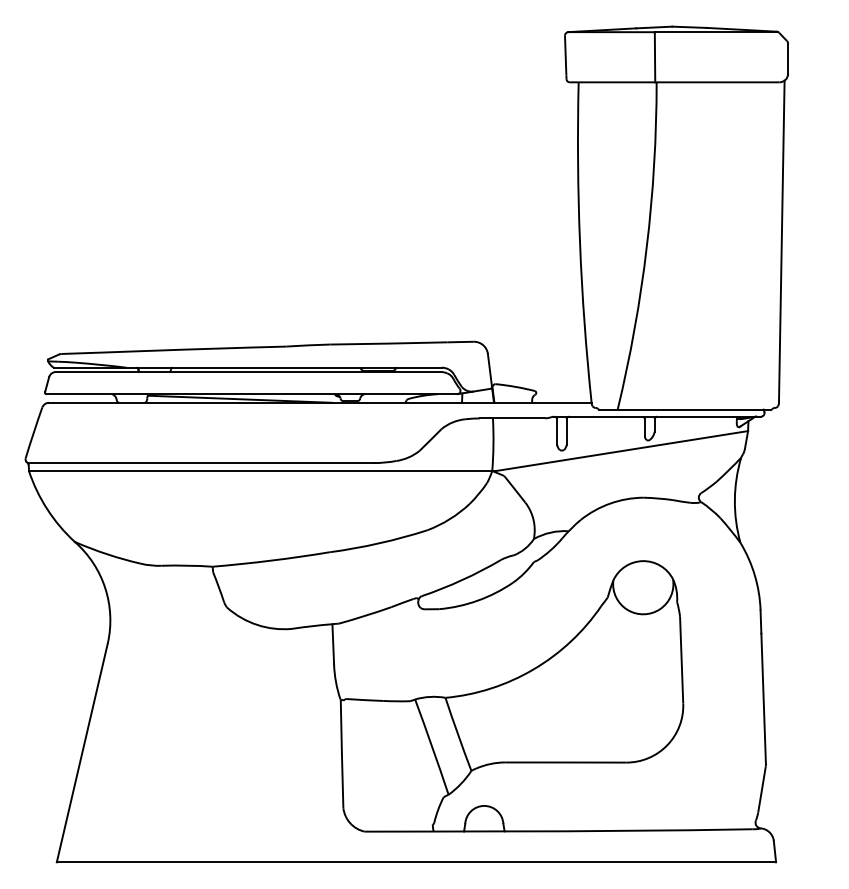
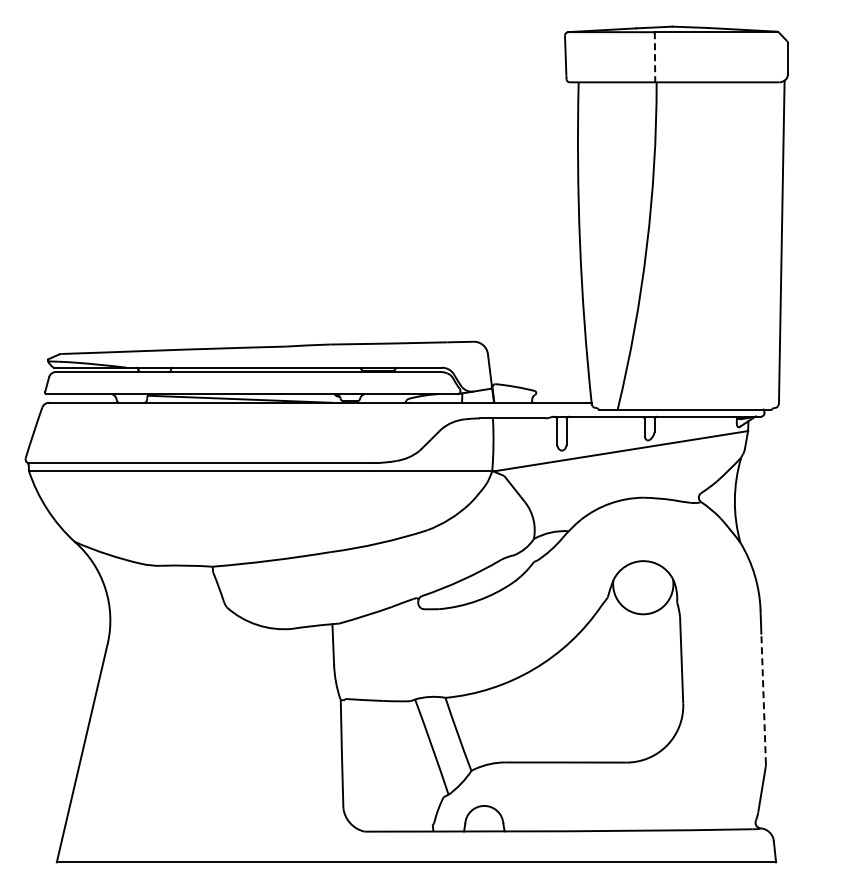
line at (655, 57): solid -> dashed
line at (763, 698): solid -> dashed
